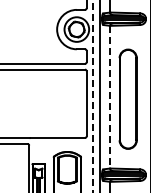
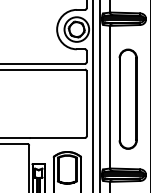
line at (93, 96): dashed -> solid
line at (110, 97): dashed -> solid
